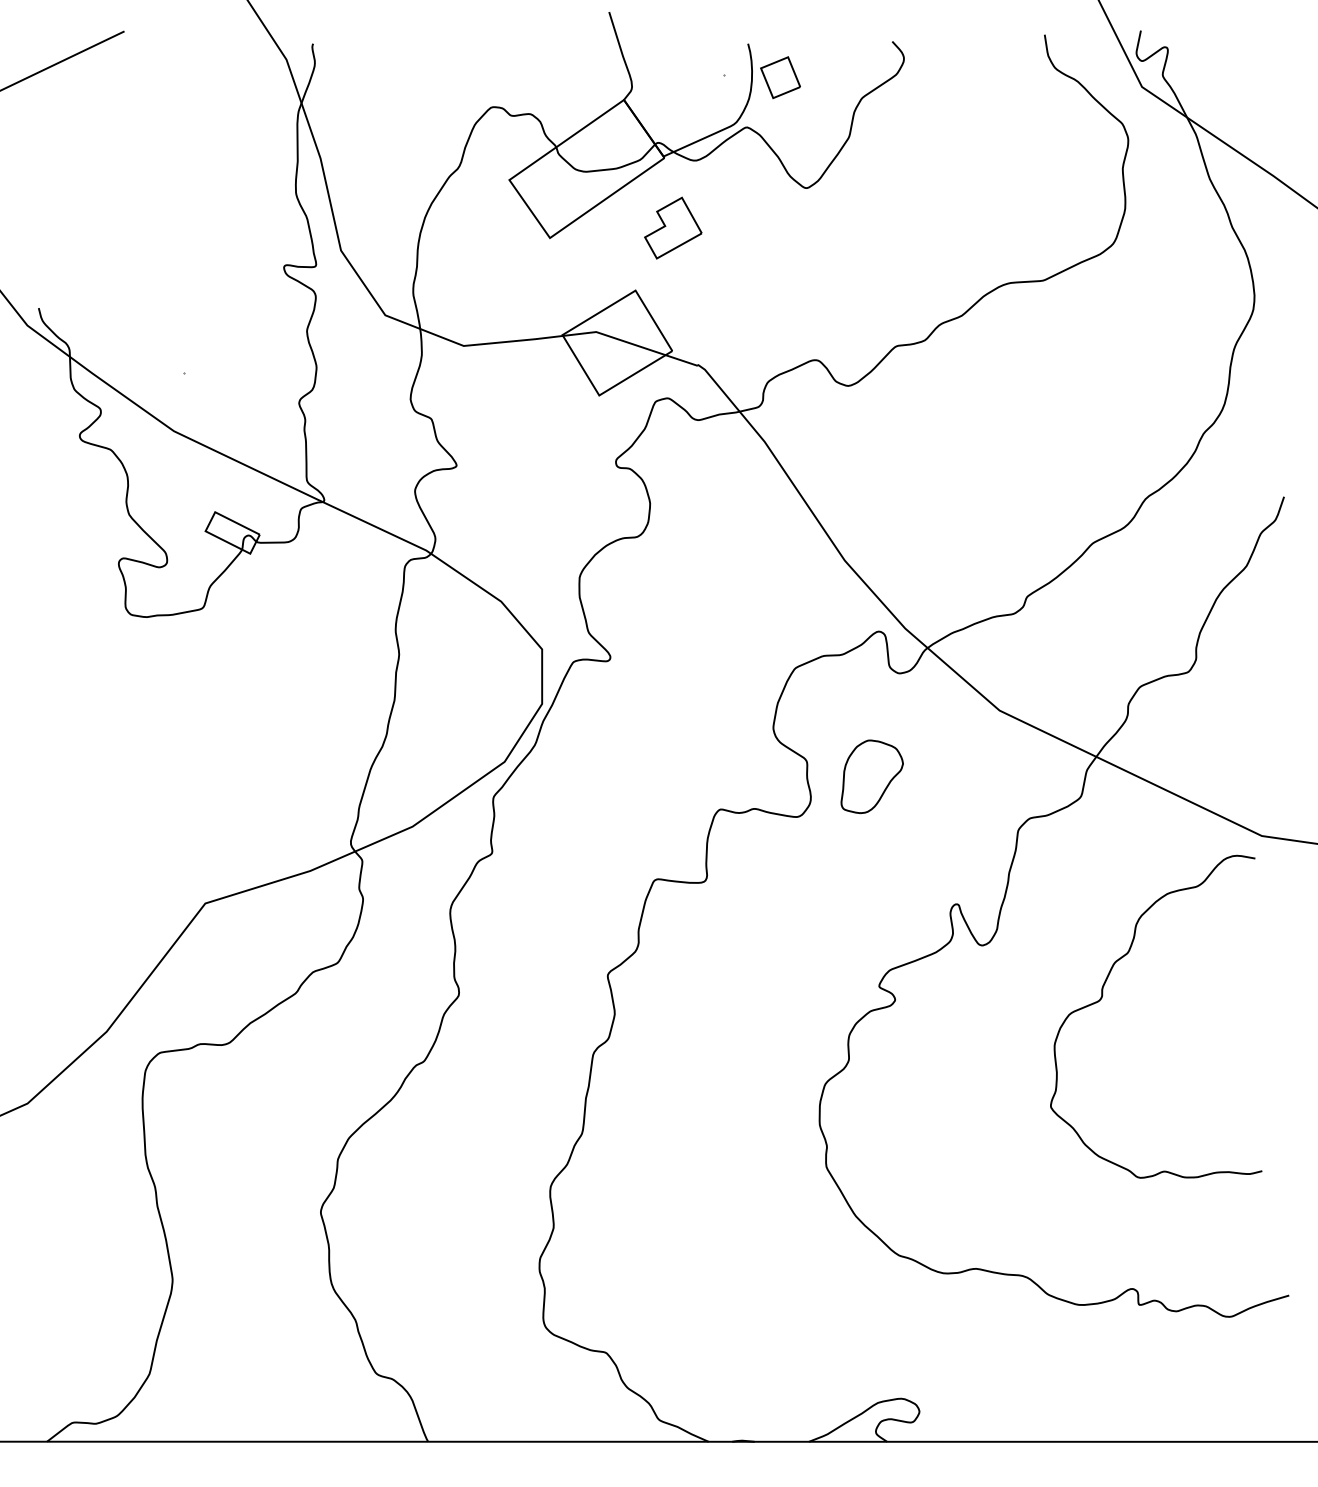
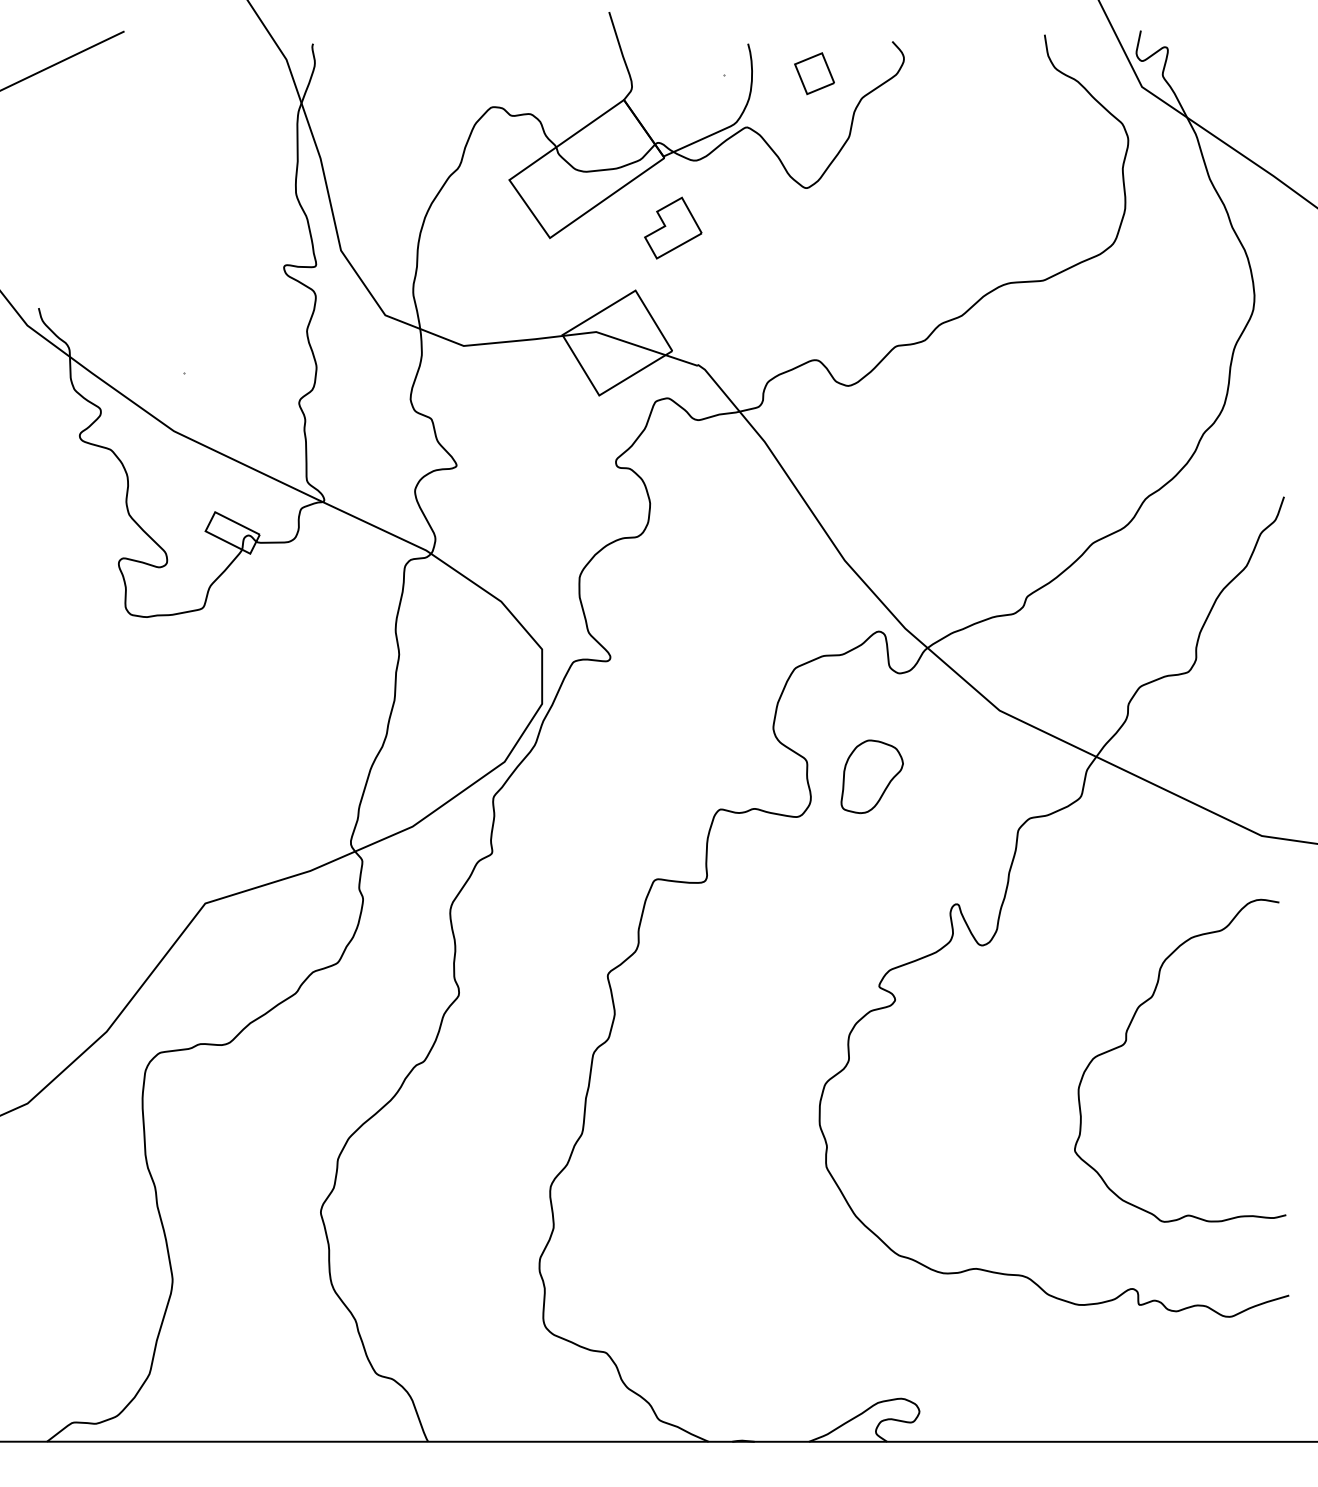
part at (780, 77) position: (780, 77) -> (814, 73)
curve at (1102, 998) position: (1102, 998) -> (1126, 1042)
